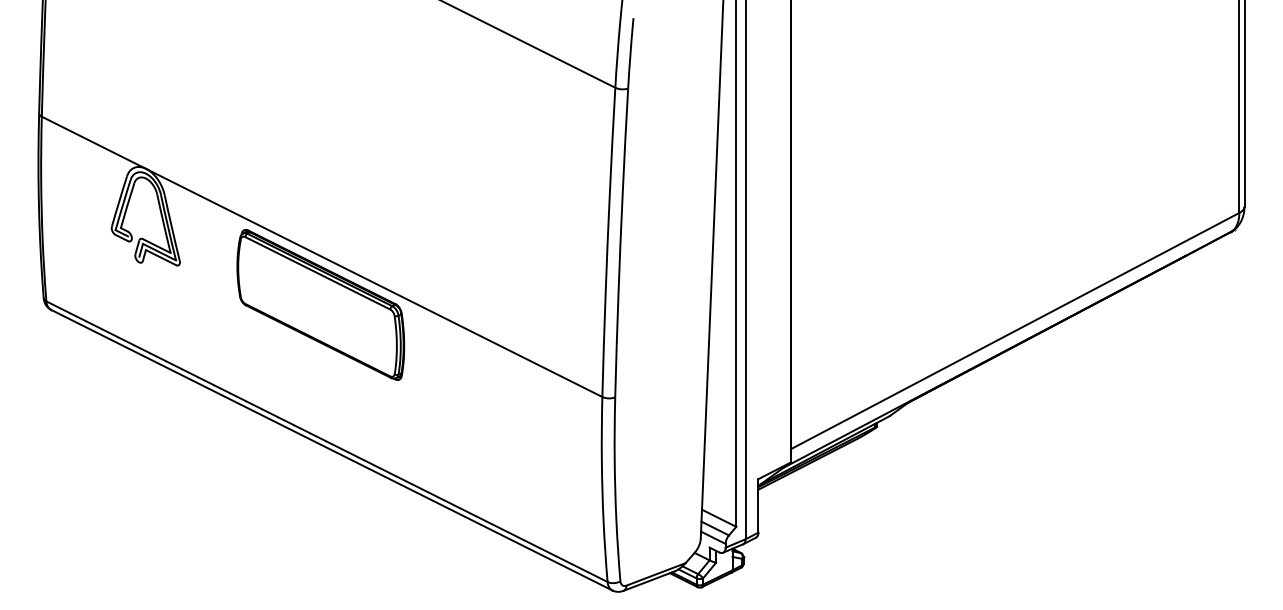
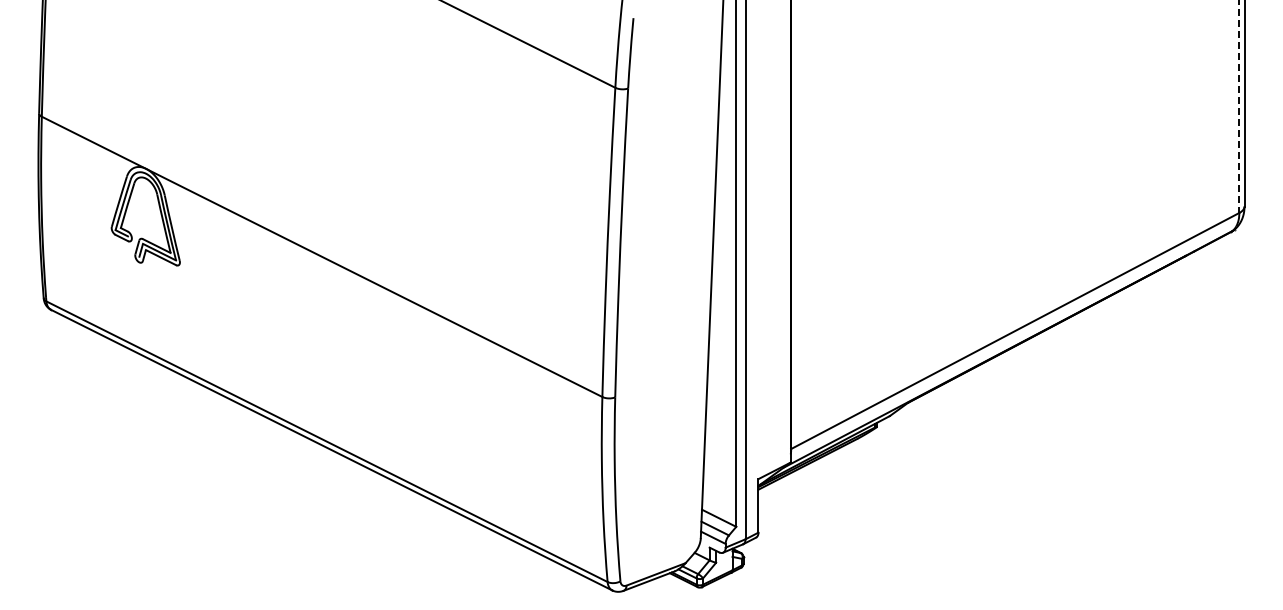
line at (1239, 107): solid -> dashed
part at (320, 304): present -> none
